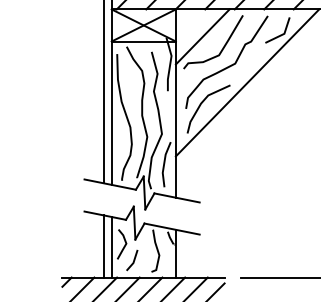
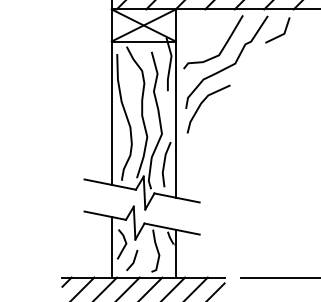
line at (202, 36): present -> none
line at (246, 83): present -> none
line at (103, 92): present -> none
line at (103, 246): present -> none
